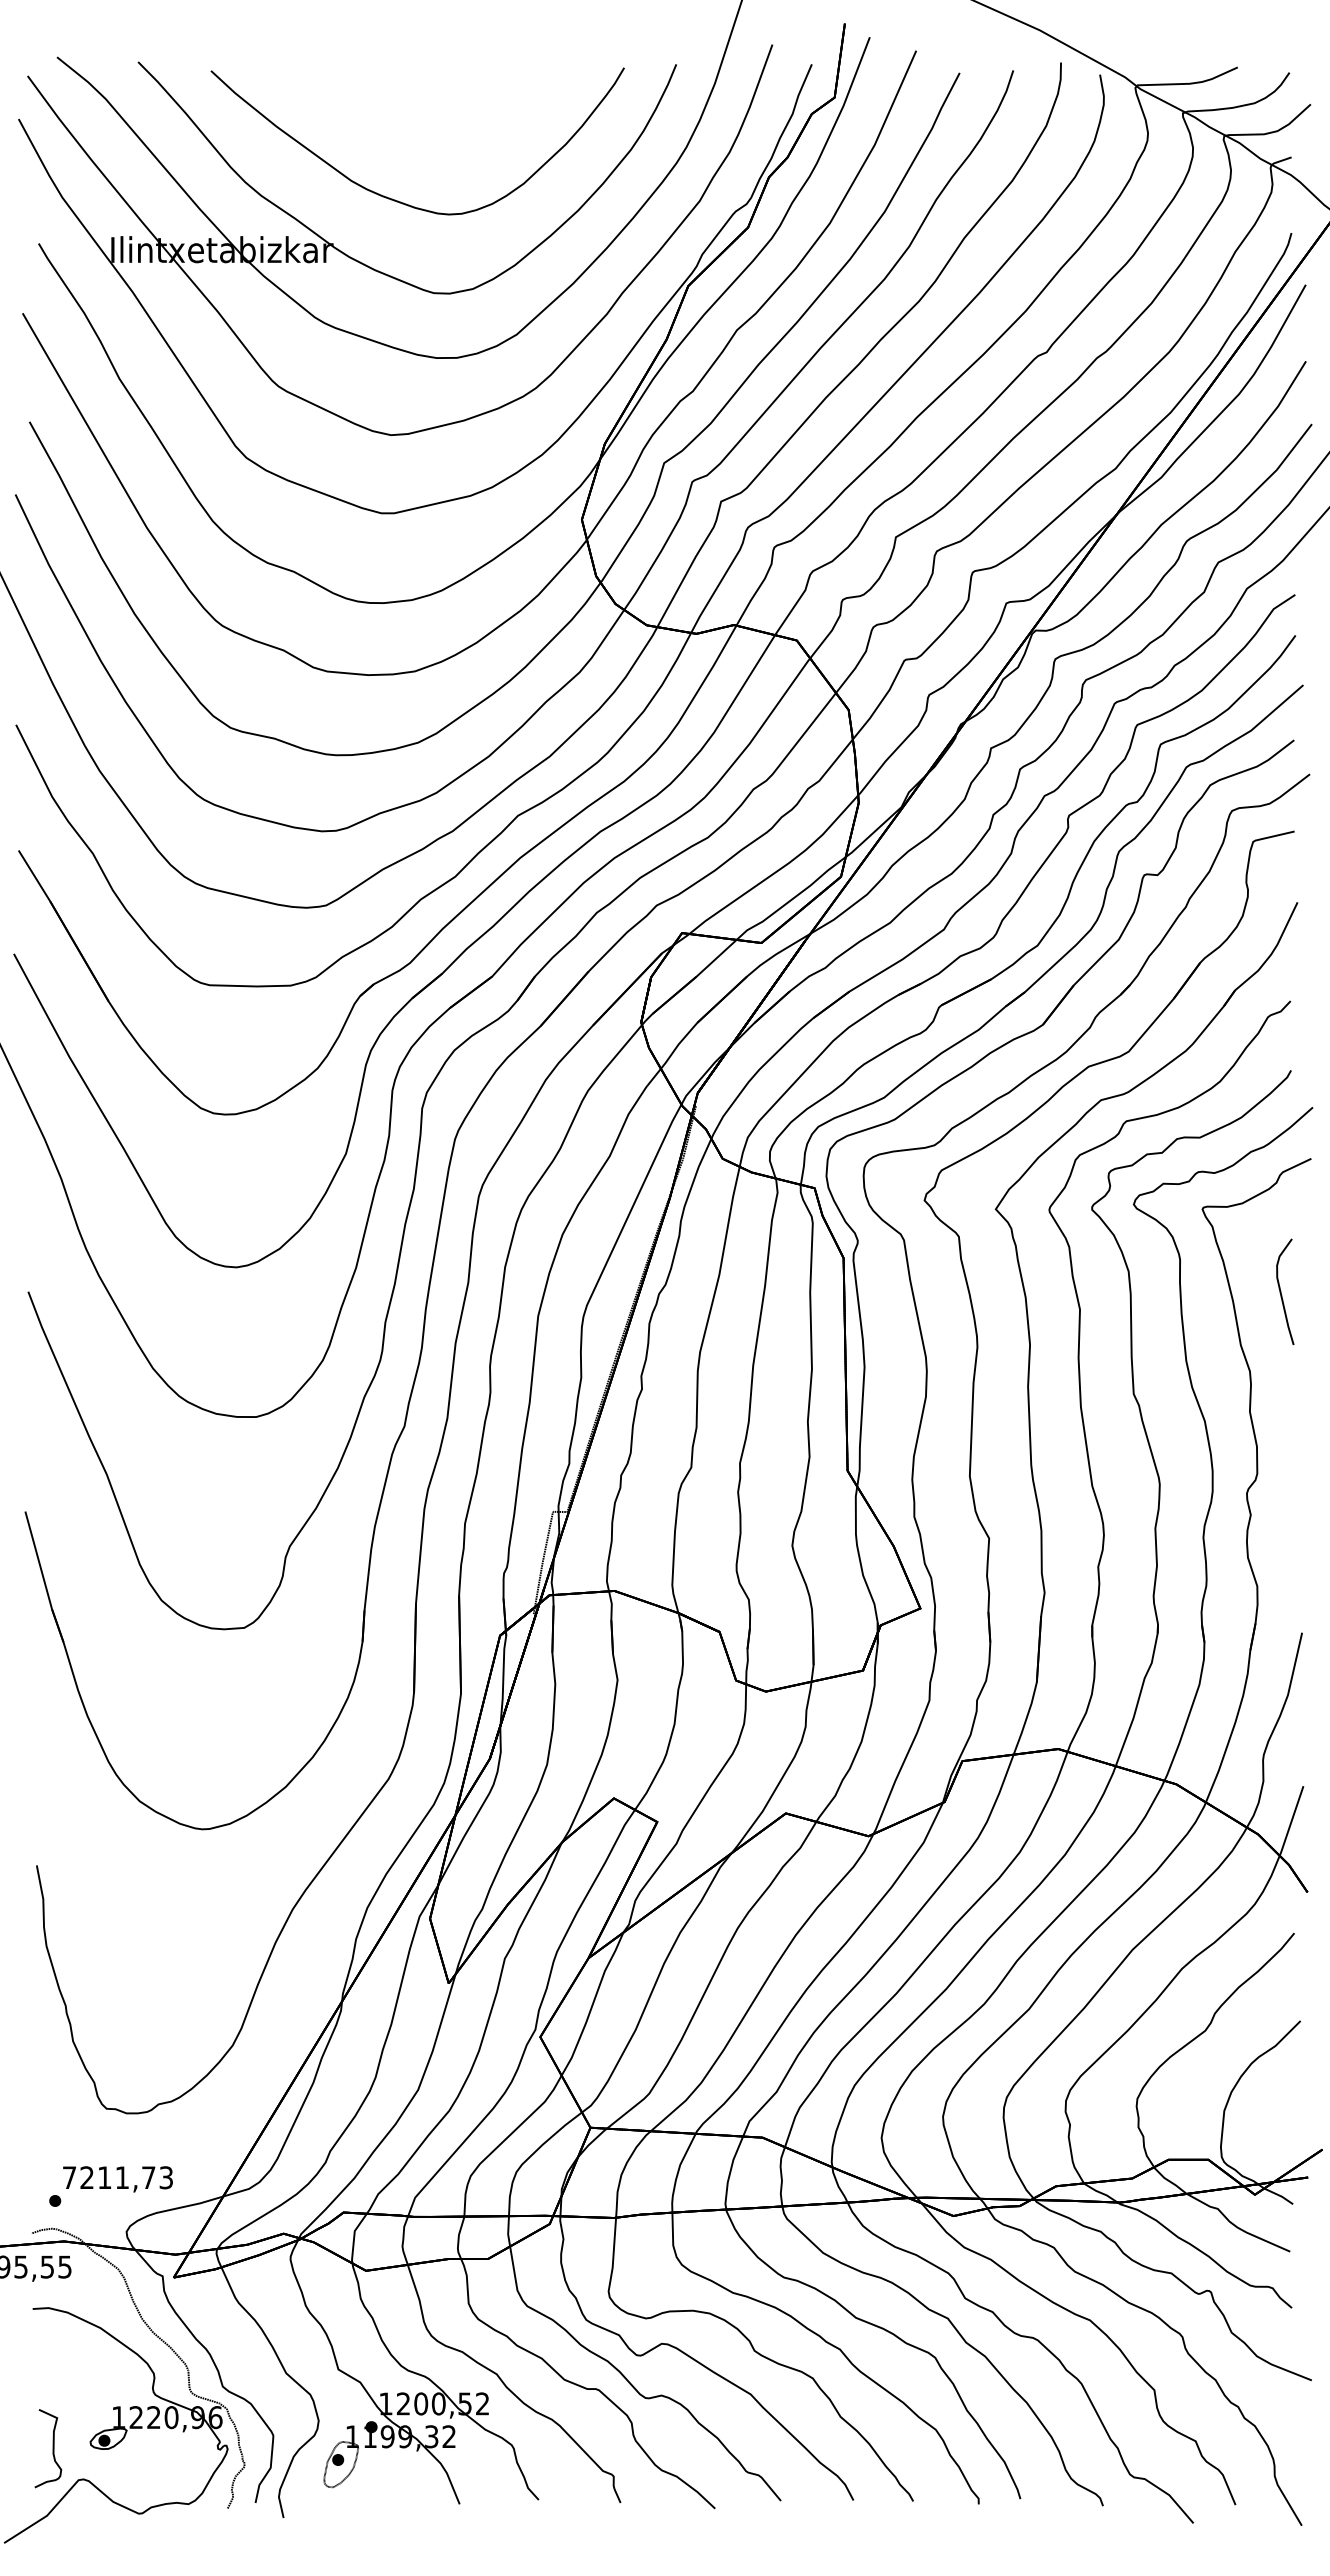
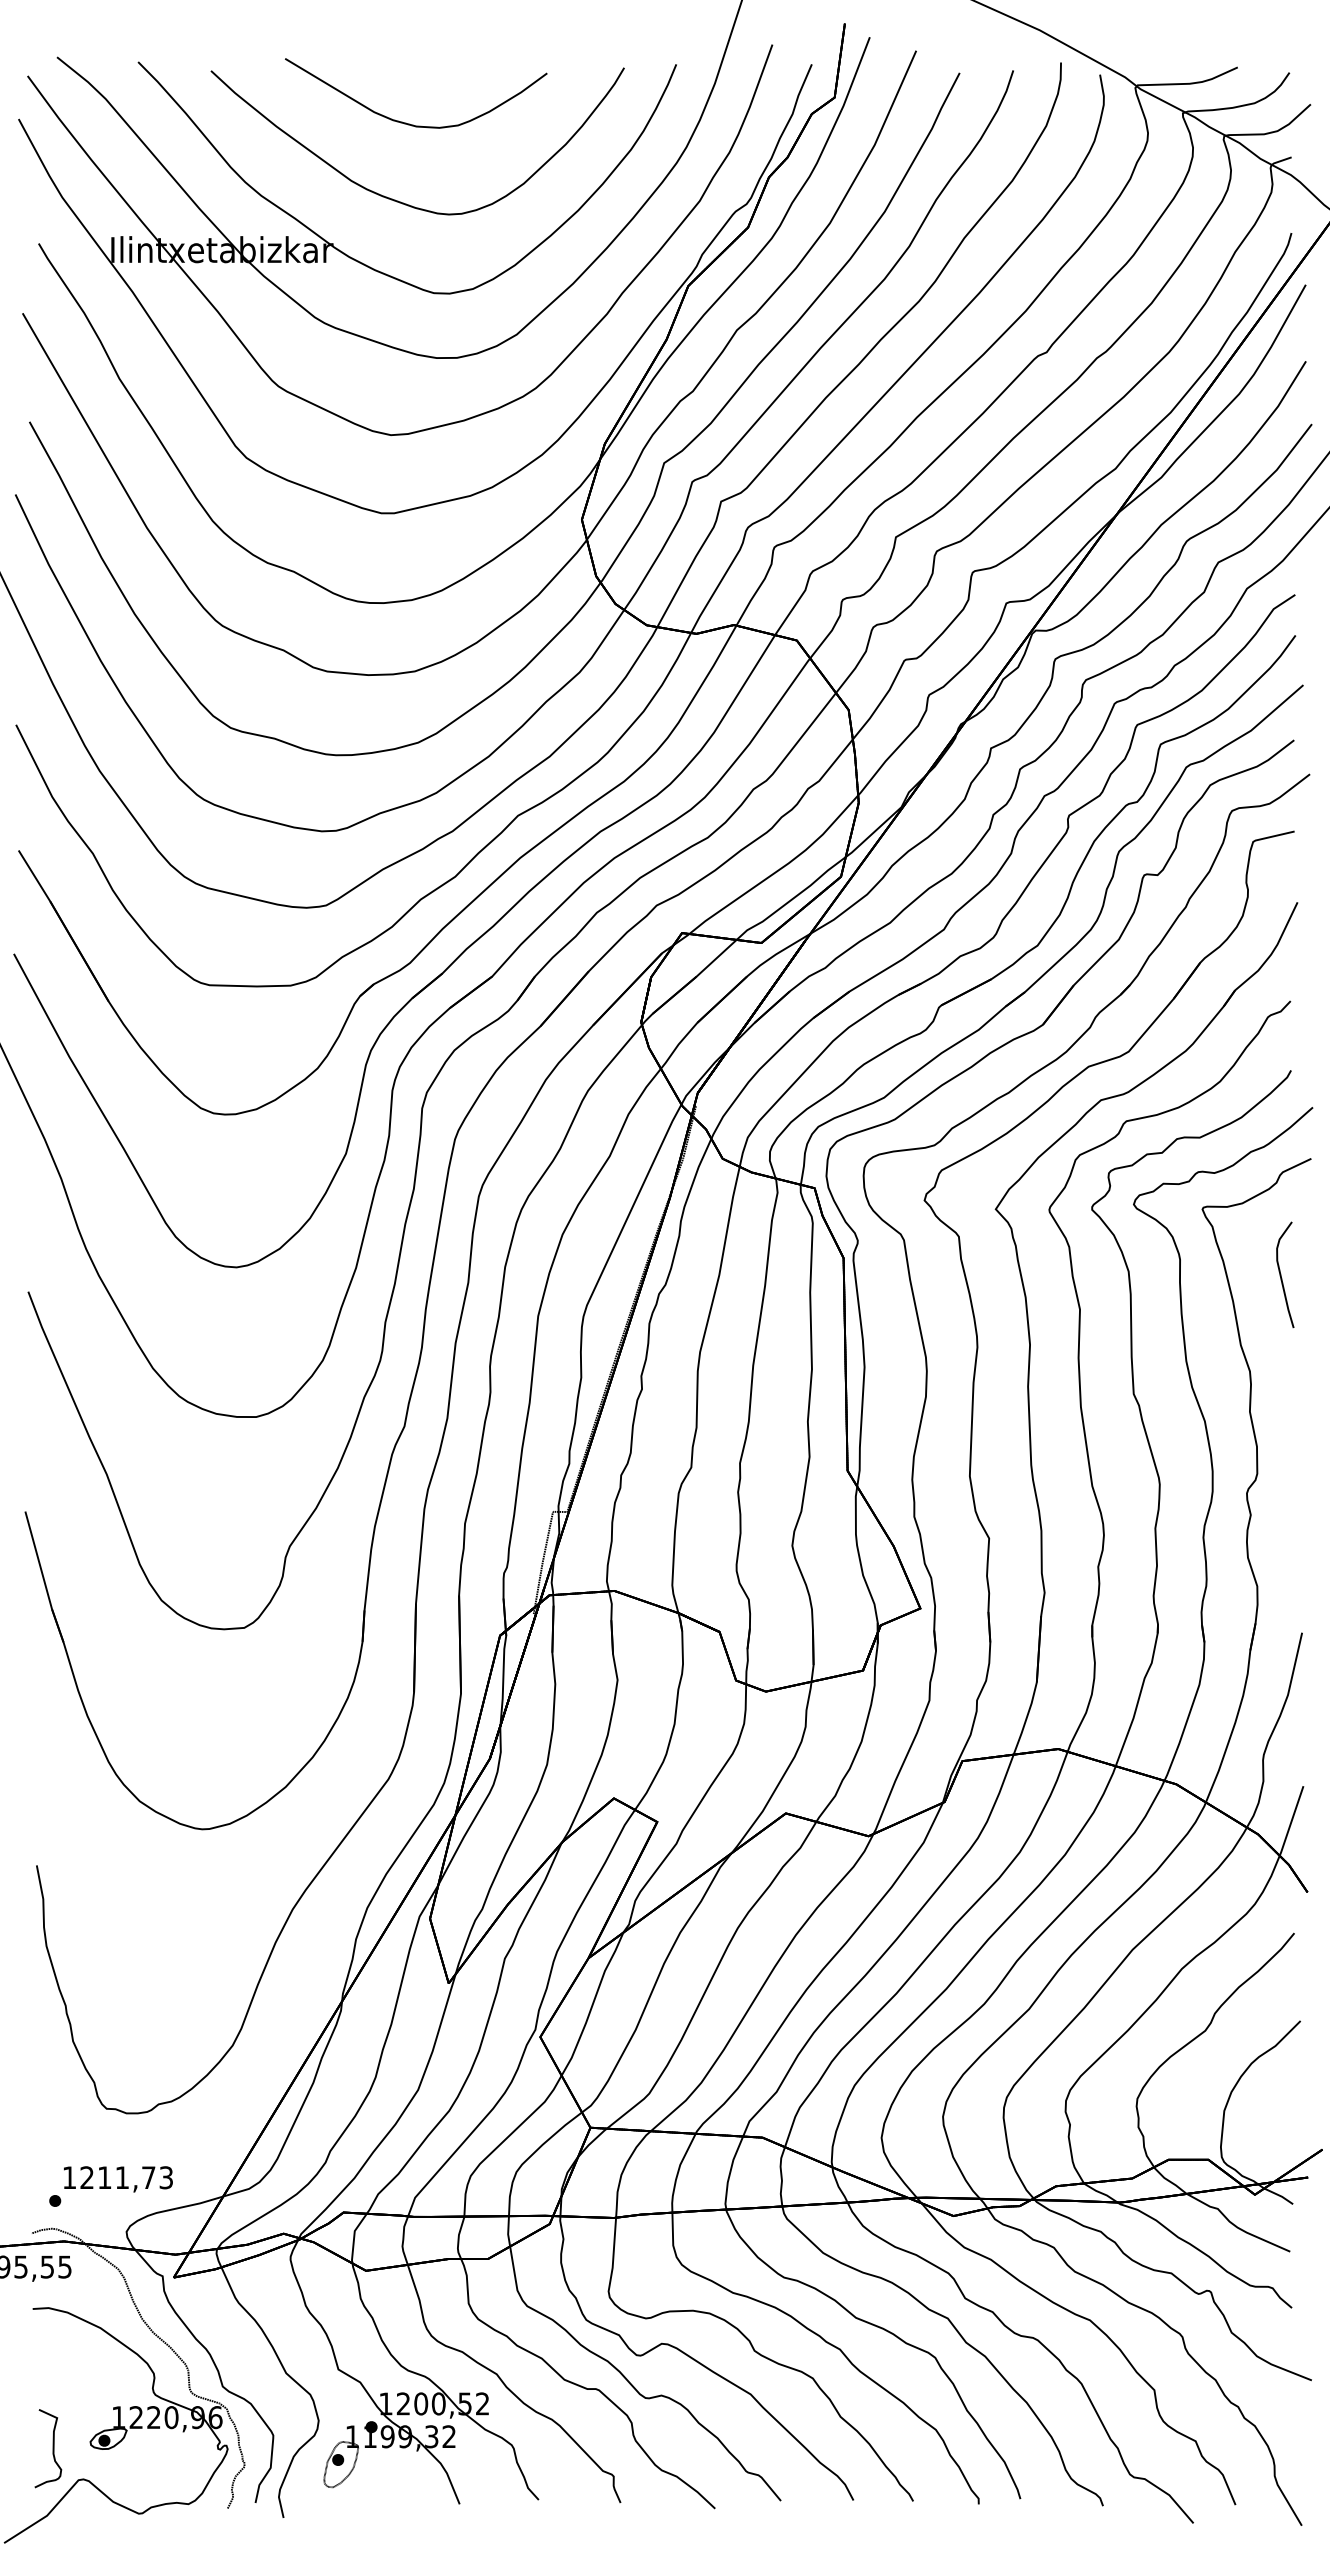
part at (406, 122): none -> present
curve at (1281, 1291) position: (1281, 1291) -> (1281, 1274)
text at (69, 2177): 7211,73 -> 1211,73
